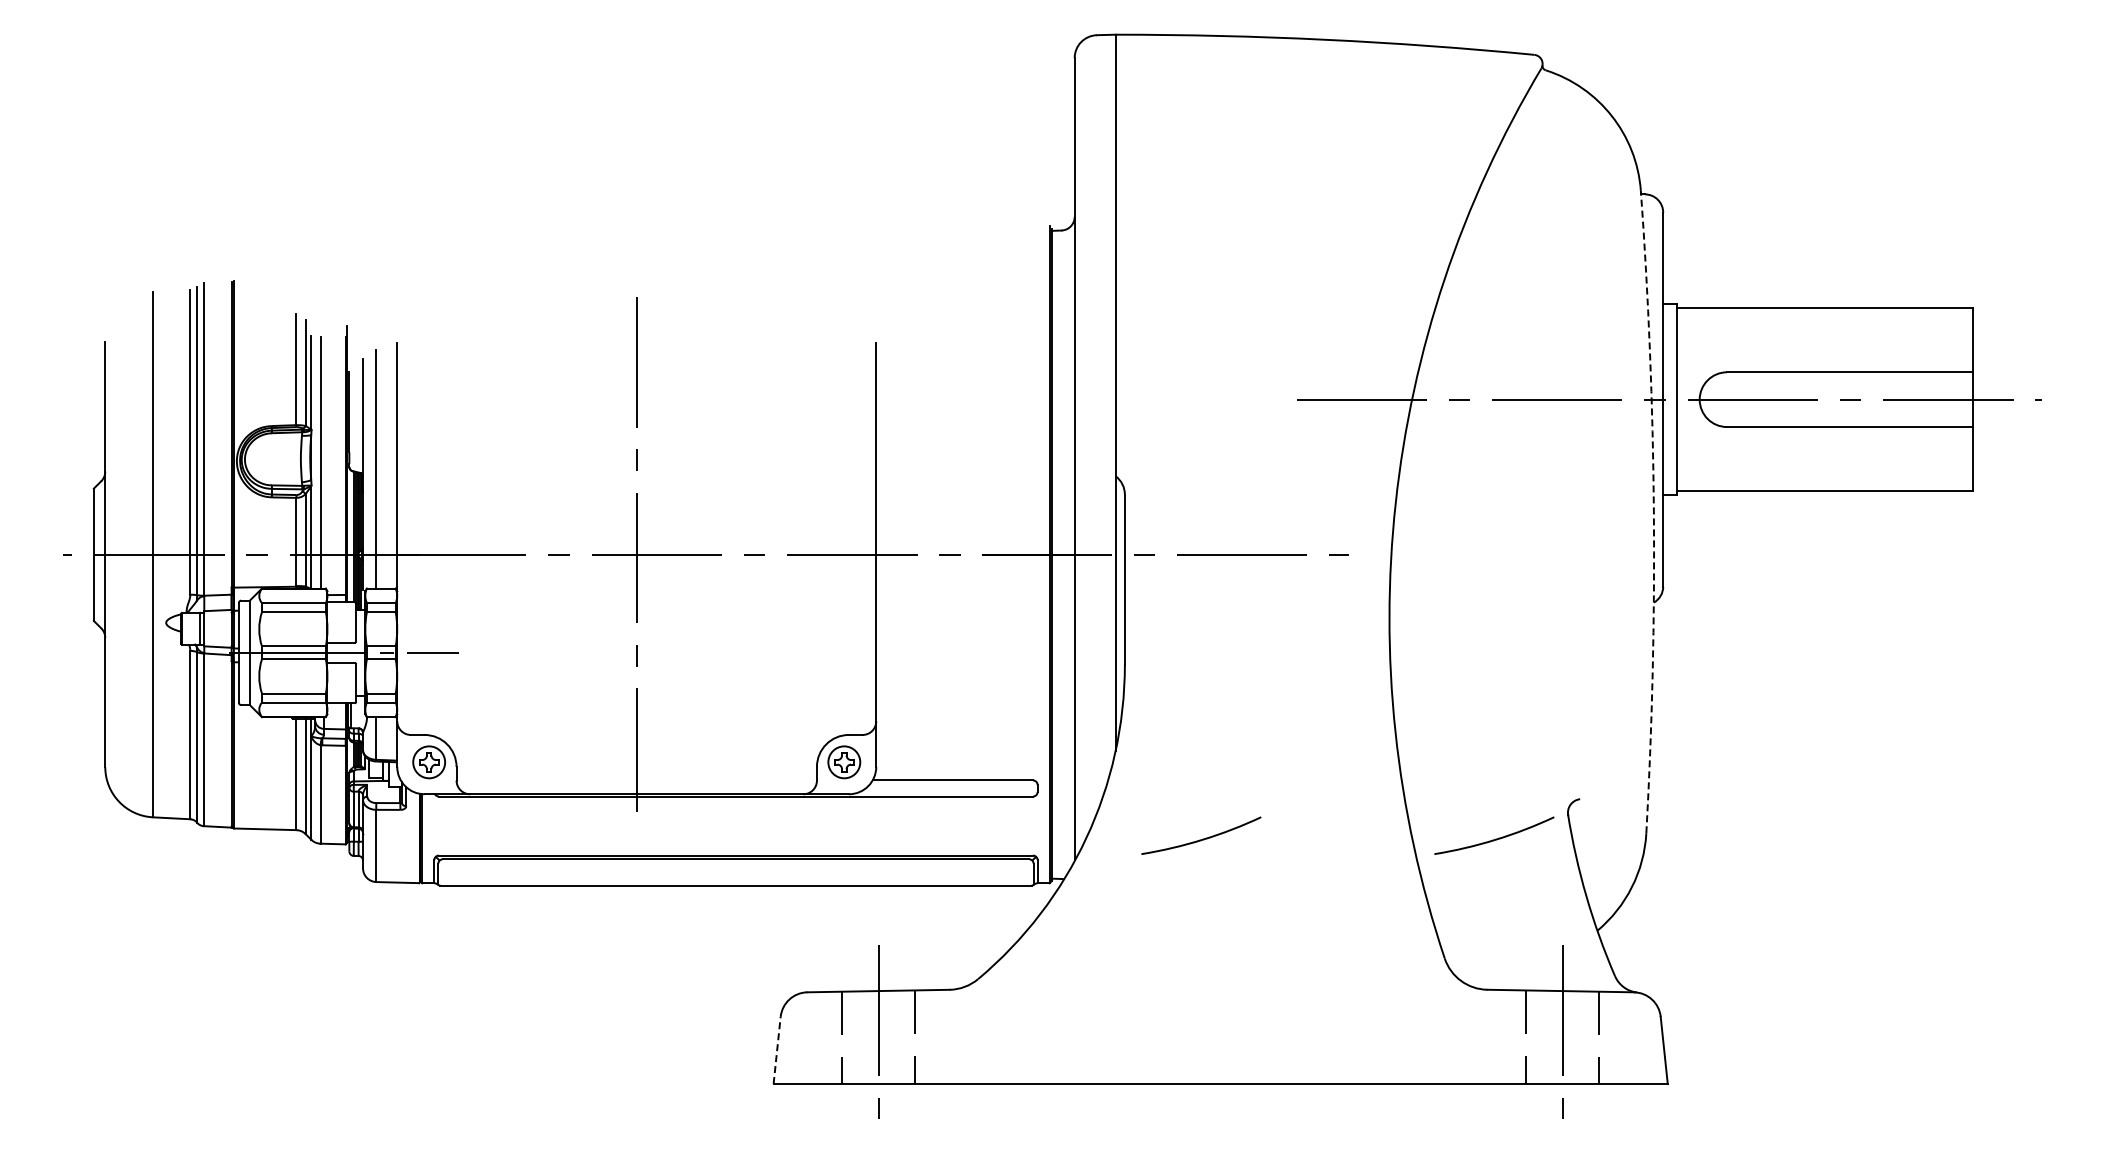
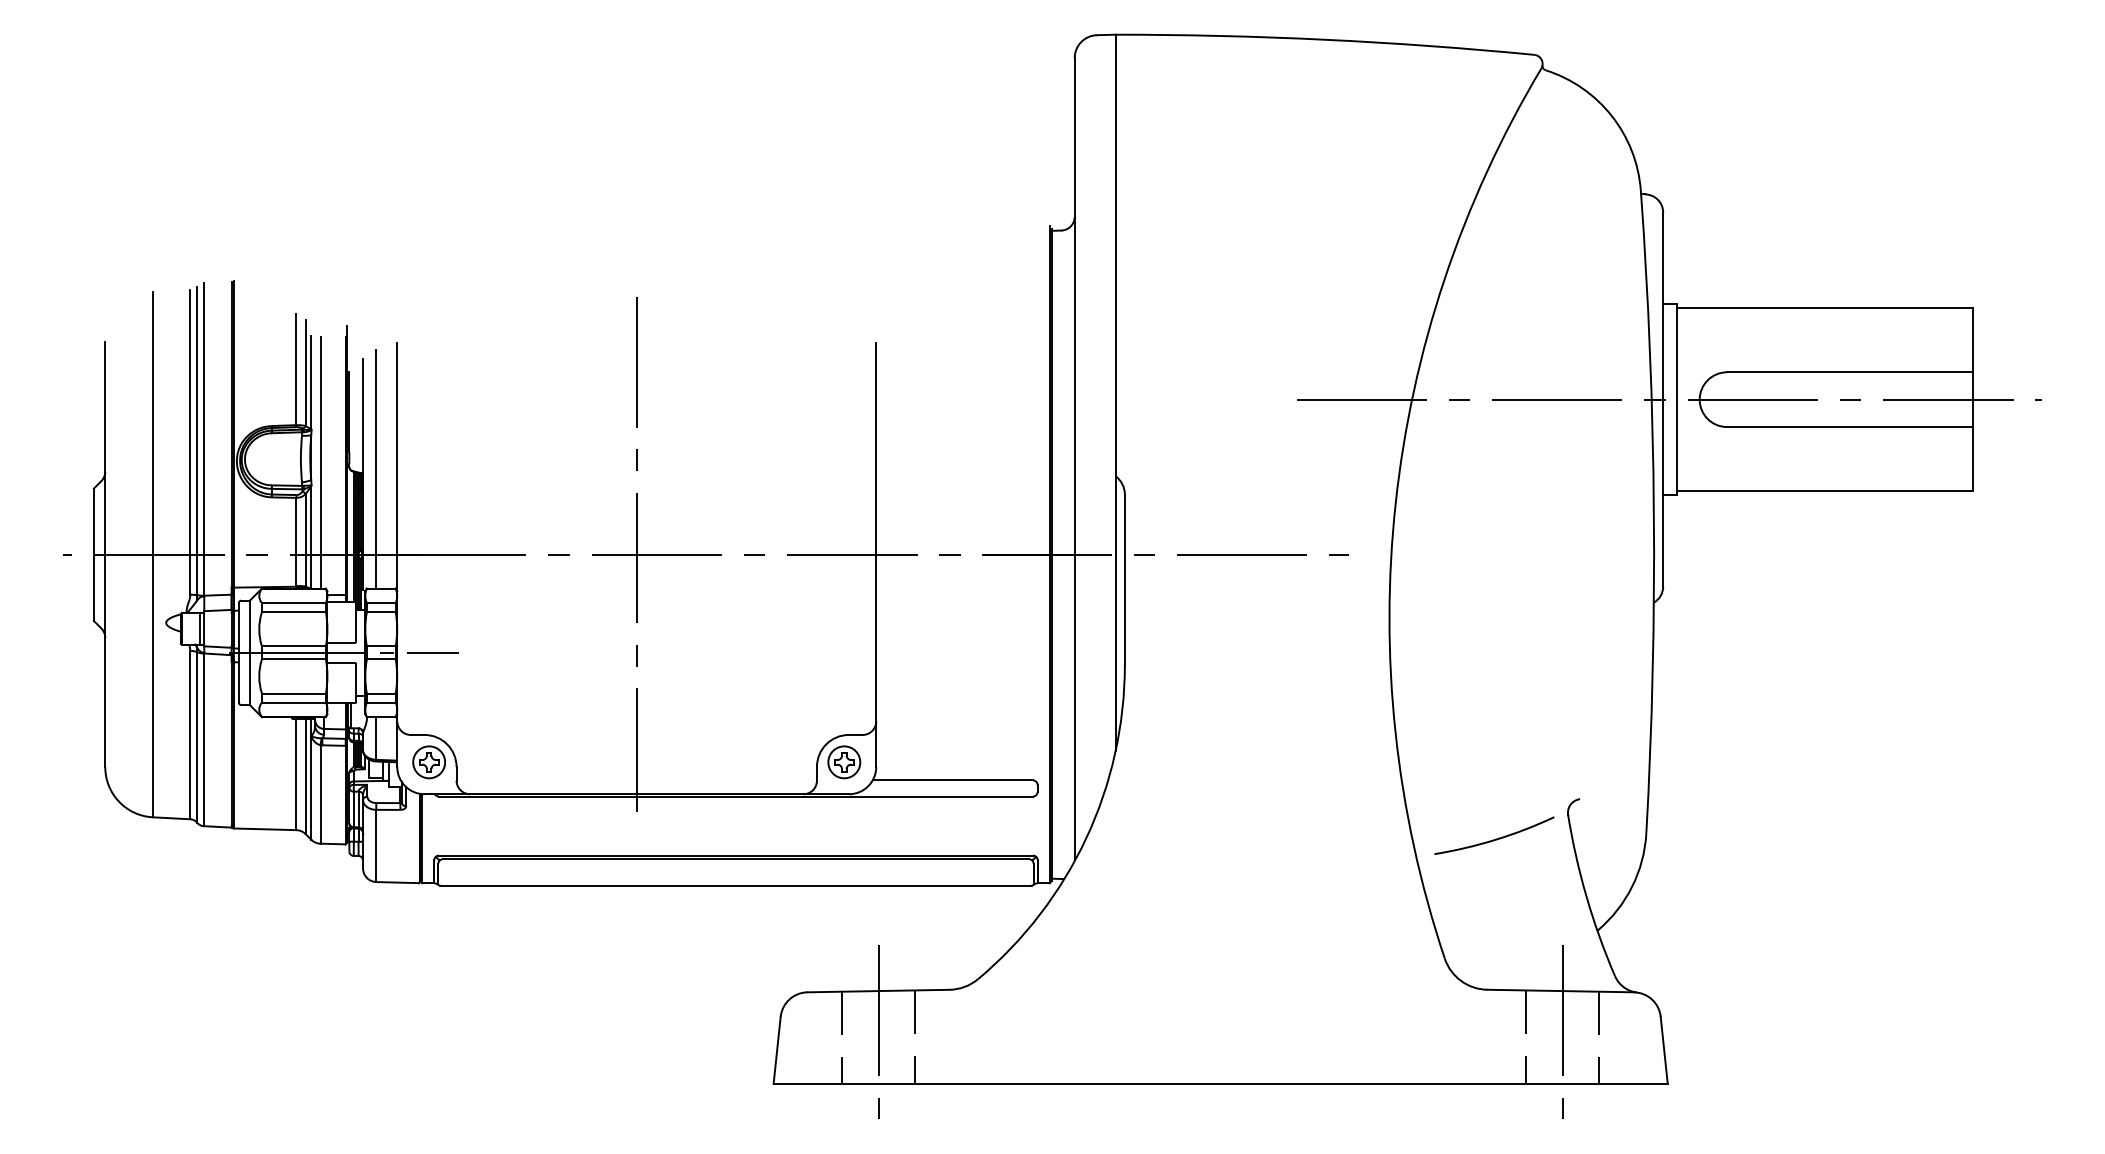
arc at (1653, 511): dashed -> solid
arc at (1202, 838): present -> none
line at (777, 1050): dashed -> solid
